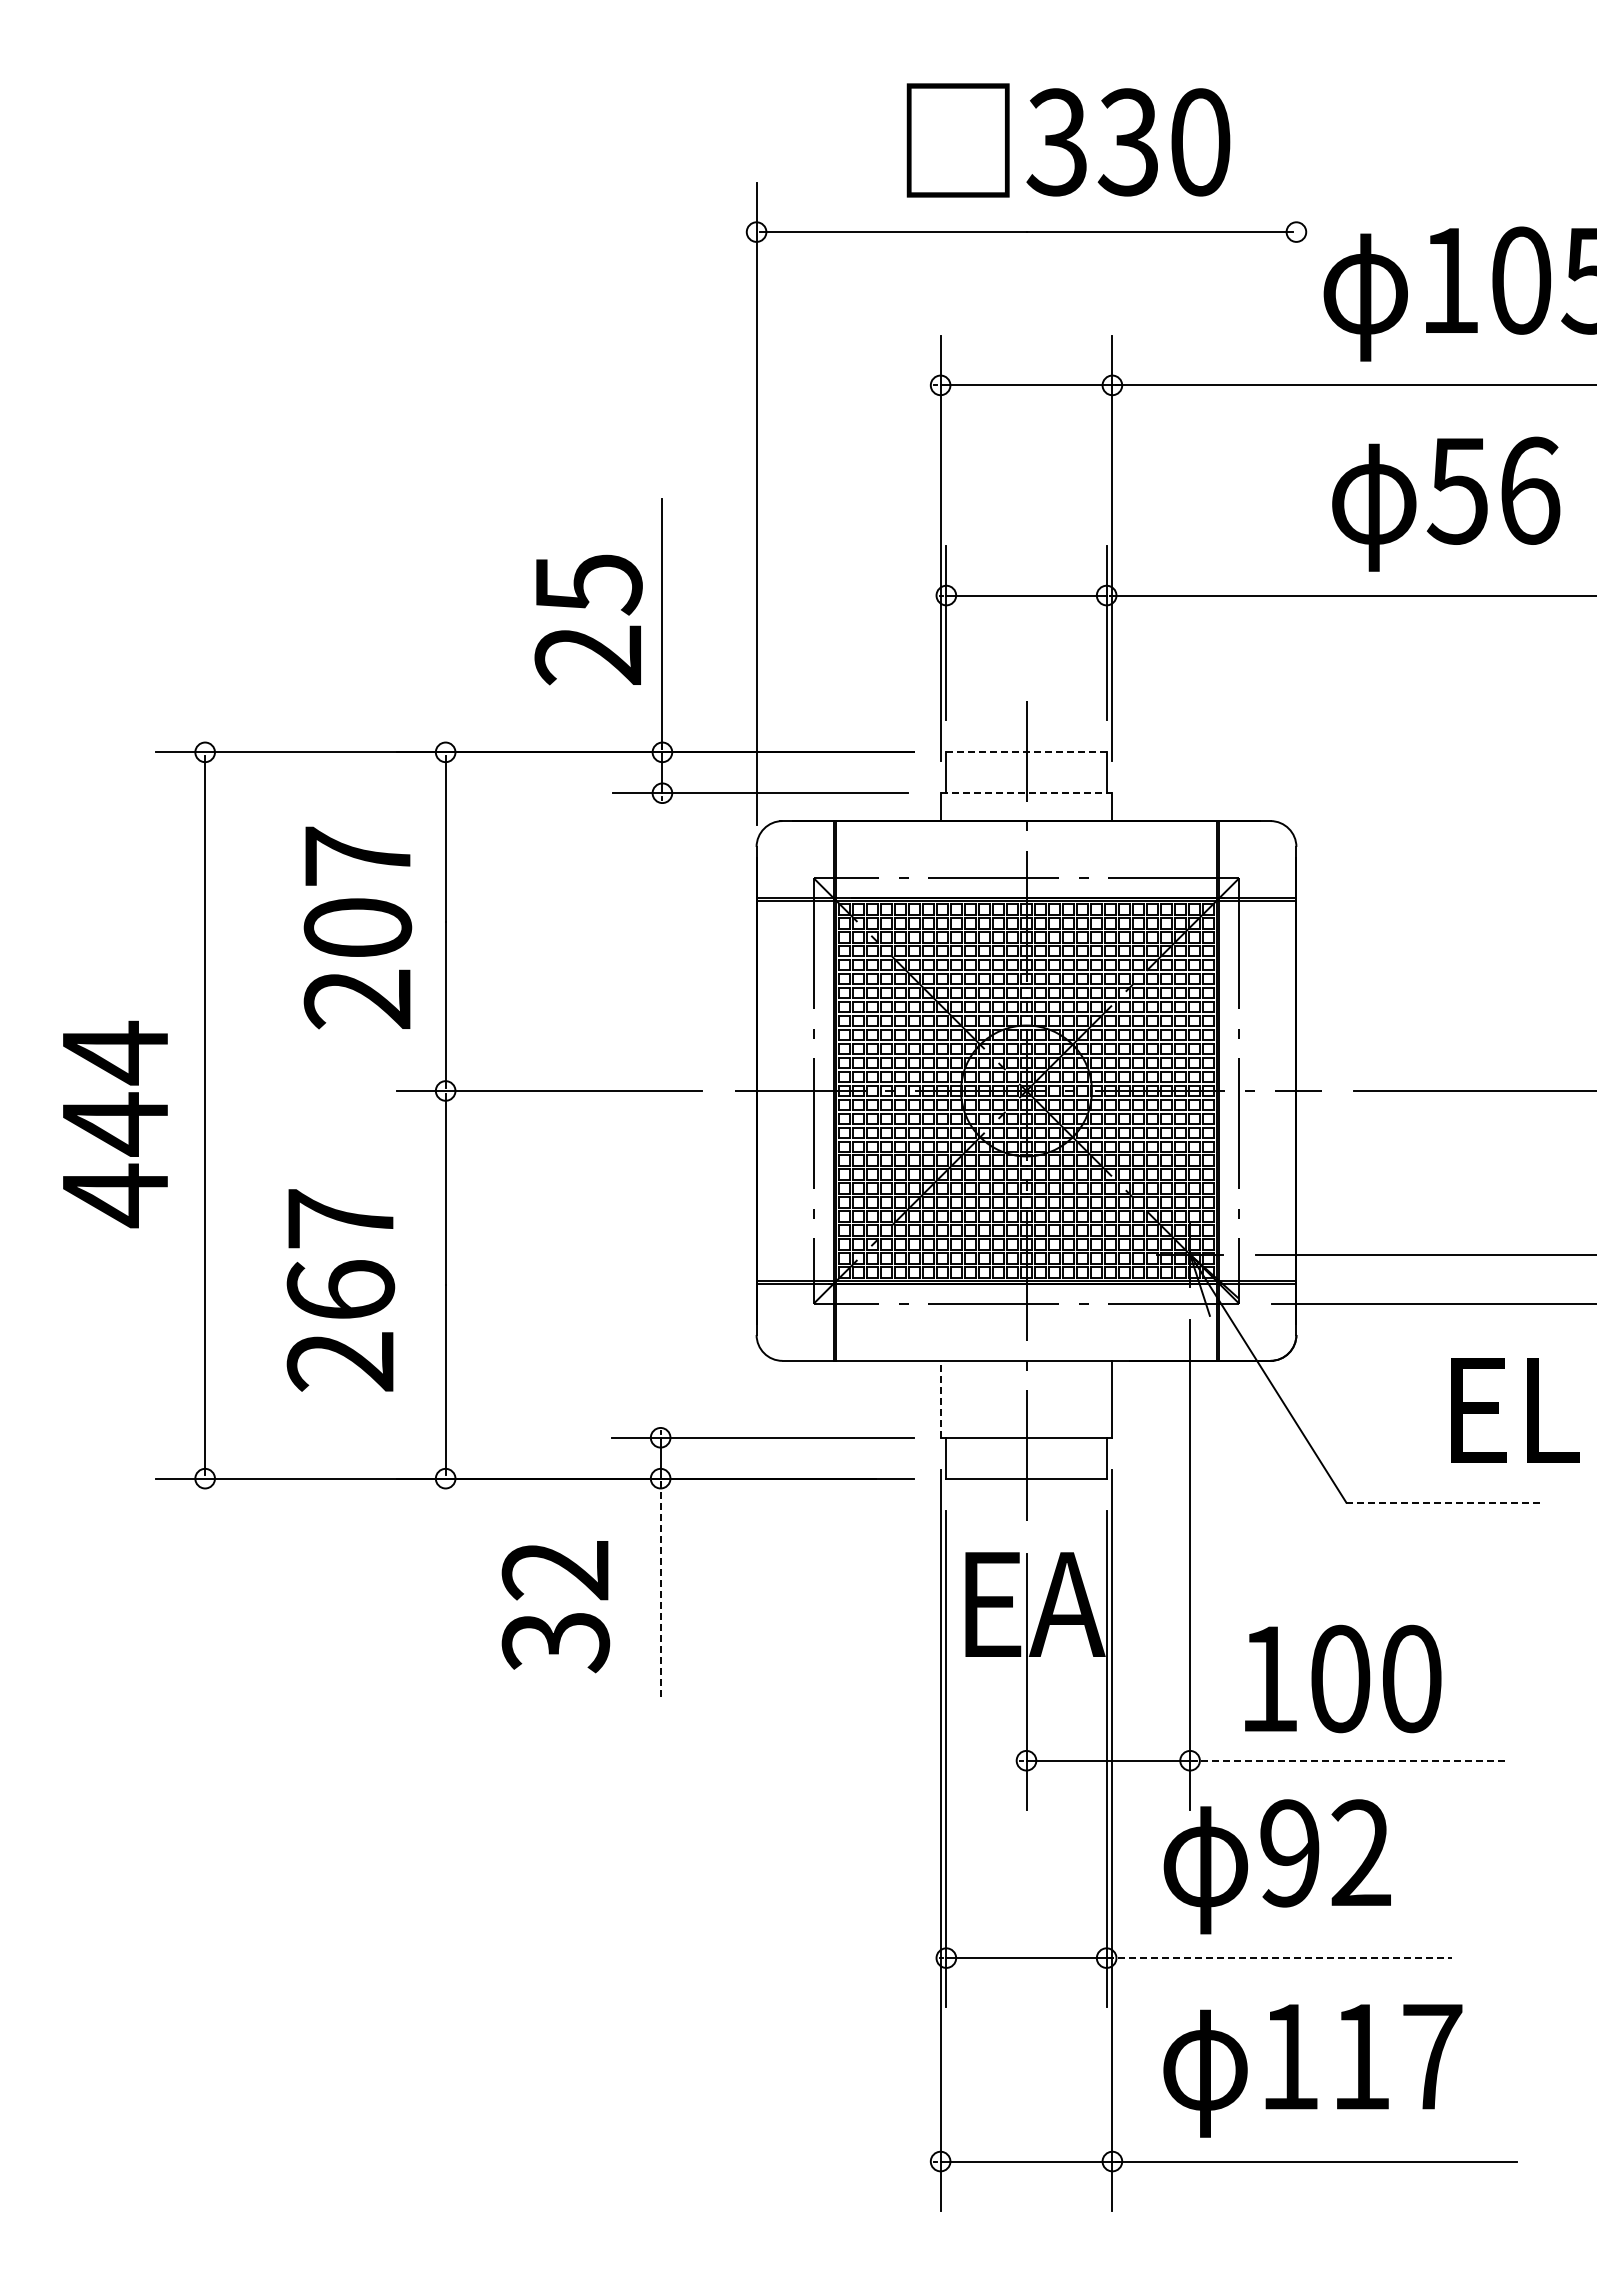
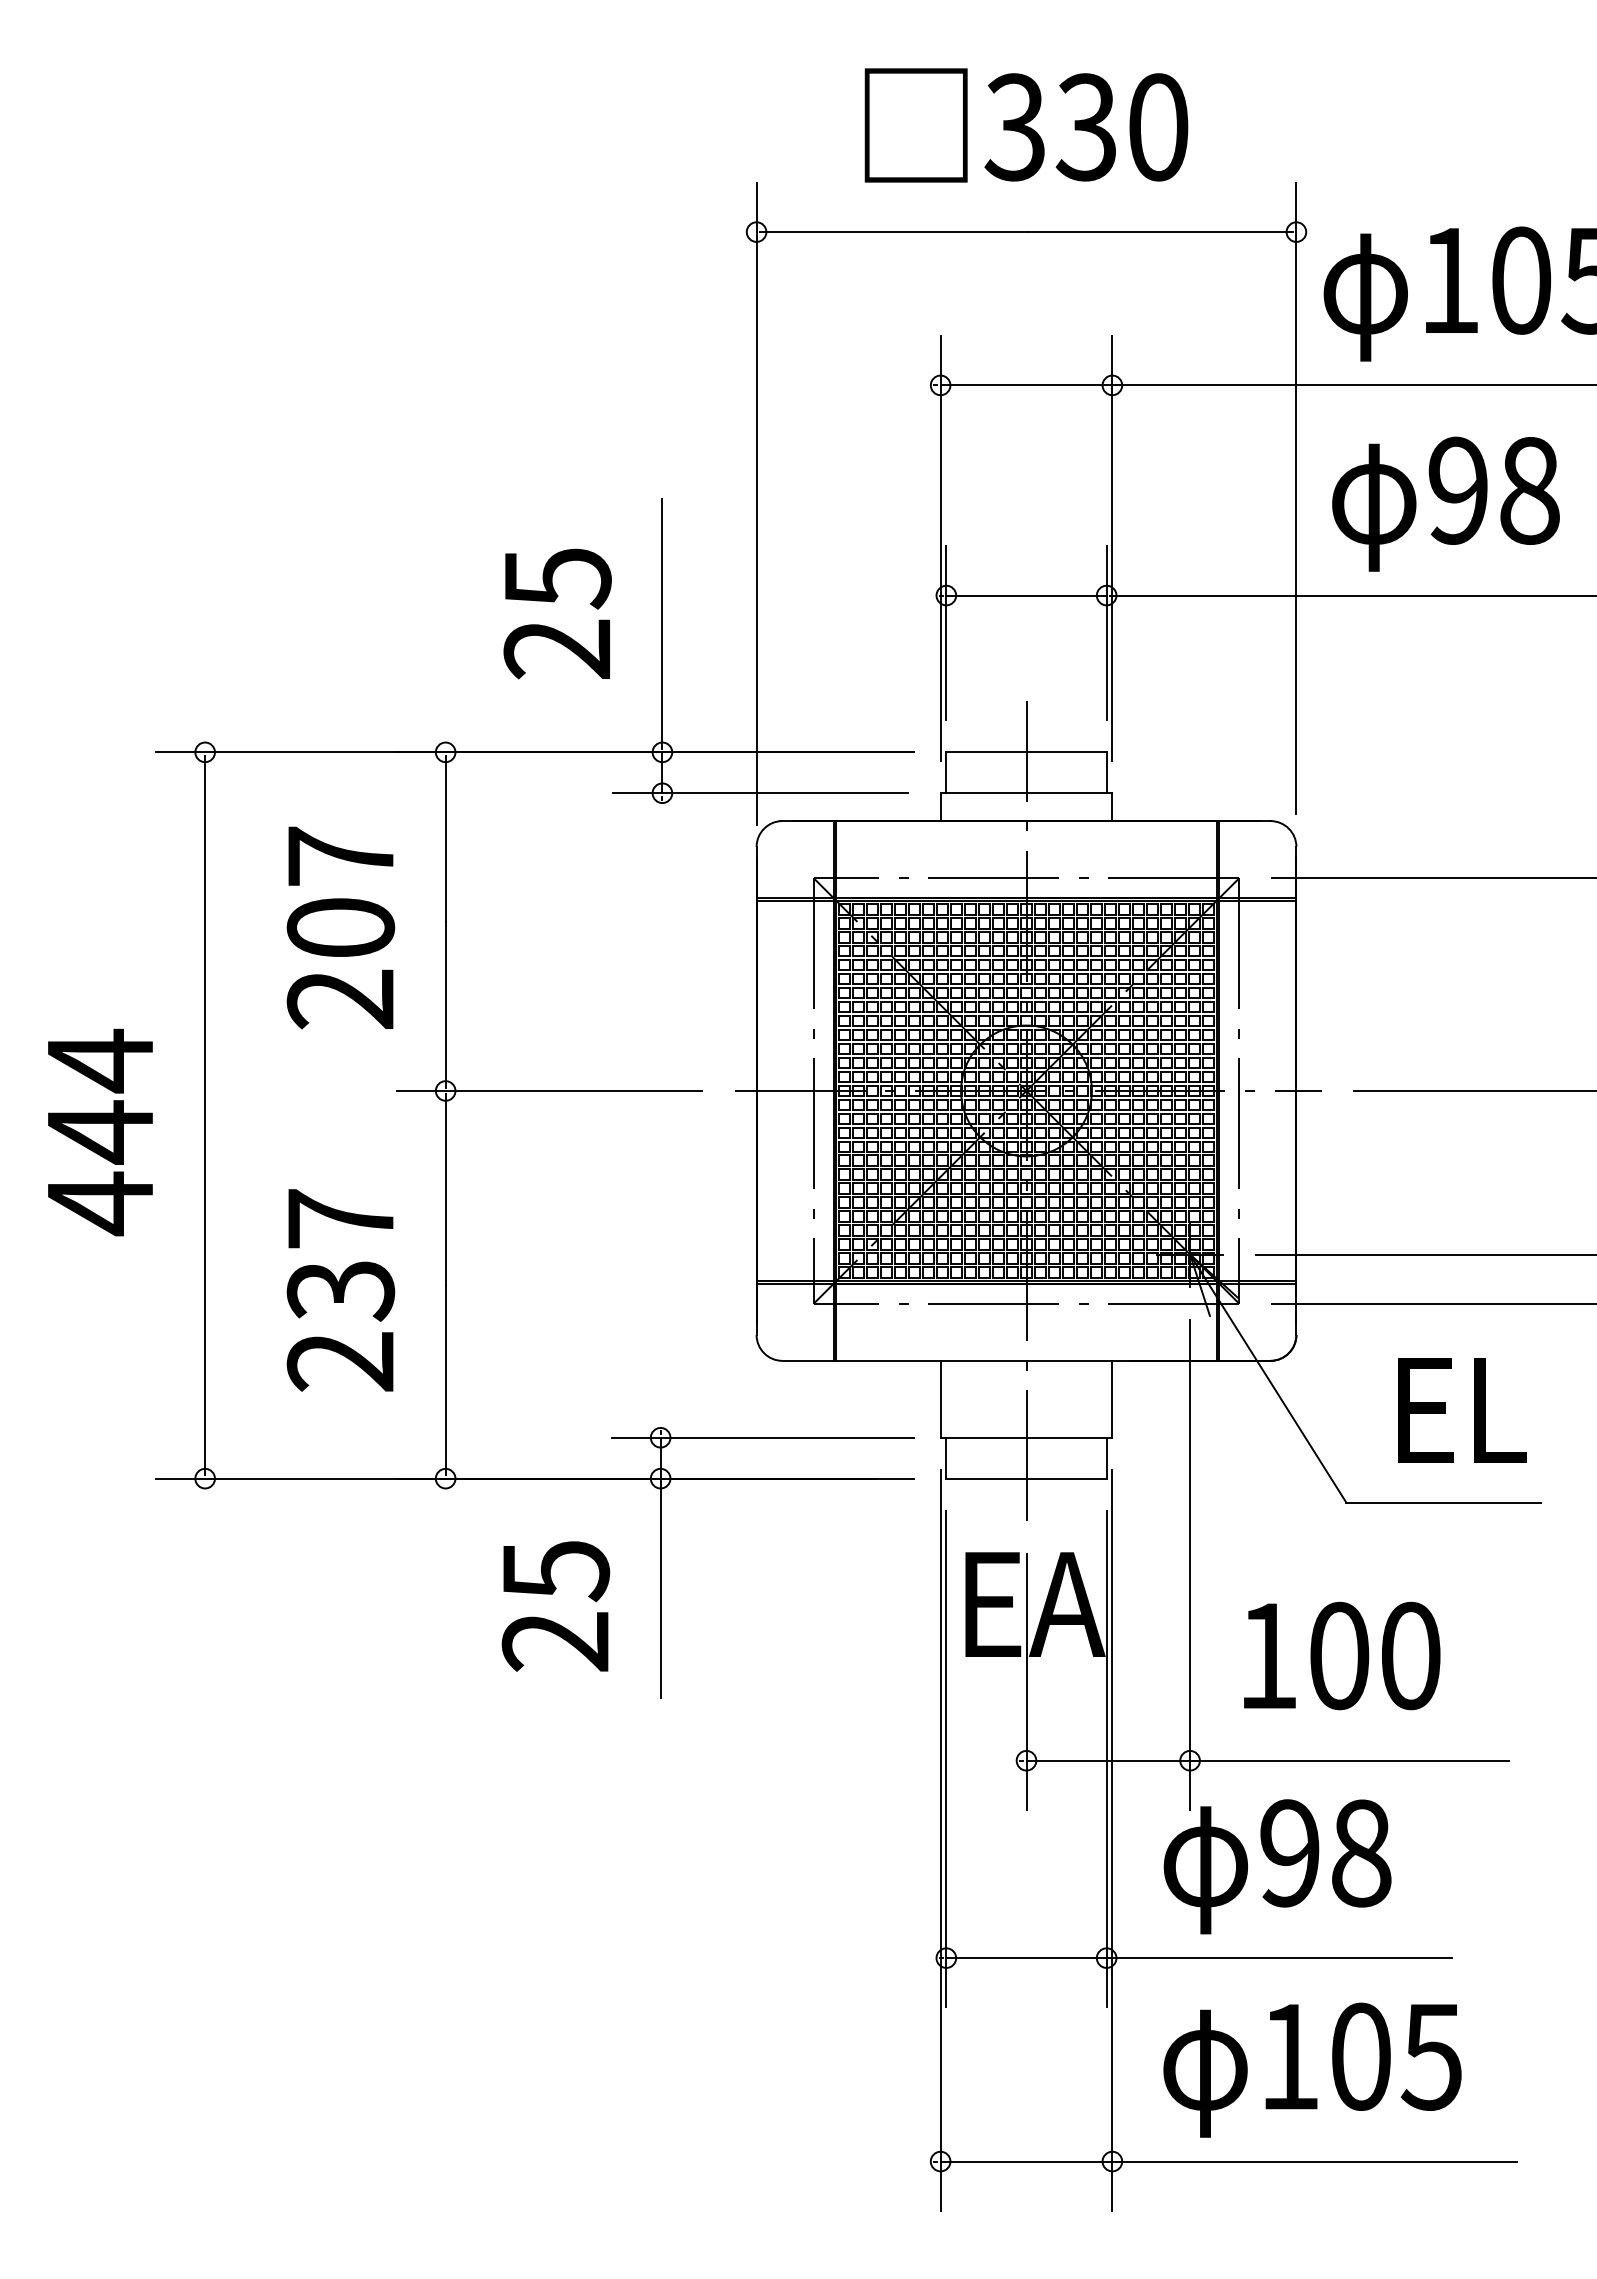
text at (1068, 140) position: (1068, 140) -> (1026, 125)
text at (1493, 490): 56 -> 98
line at (1296, 498): none -> present
text at (588, 619) position: (588, 619) -> (557, 613)
line at (1027, 752): dashed -> solid
line at (1026, 793): dashed -> solid
line at (1432, 878): none -> present
text at (357, 927) position: (357, 927) -> (340, 927)
text at (115, 1124) position: (115, 1124) -> (100, 1132)
text at (340, 1290): 267 -> 237
line at (940, 1398): dashed -> solid
text at (1515, 1410) position: (1515, 1410) -> (1462, 1410)
line at (1444, 1502): dashed -> solid
line at (660, 1589): dashed -> solid
text at (555, 1607): 32 -> 25
text at (1343, 1678) position: (1343, 1678) -> (1342, 1655)
line at (1349, 1760): dashed -> solid
text at (1361, 1853): 92 -> 98
line at (1279, 1958): dashed -> solid
text at (1397, 2056): 117 -> 105
